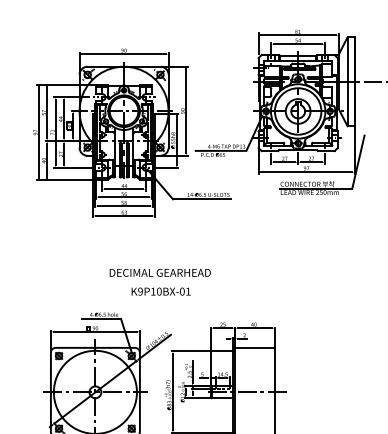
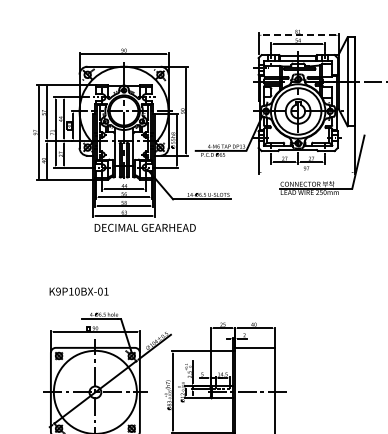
line at (298, 35): solid -> dashed
line at (306, 172): present -> none
text at (159, 272) position: (159, 272) -> (144, 227)
text at (160, 291) position: (160, 291) -> (78, 291)
